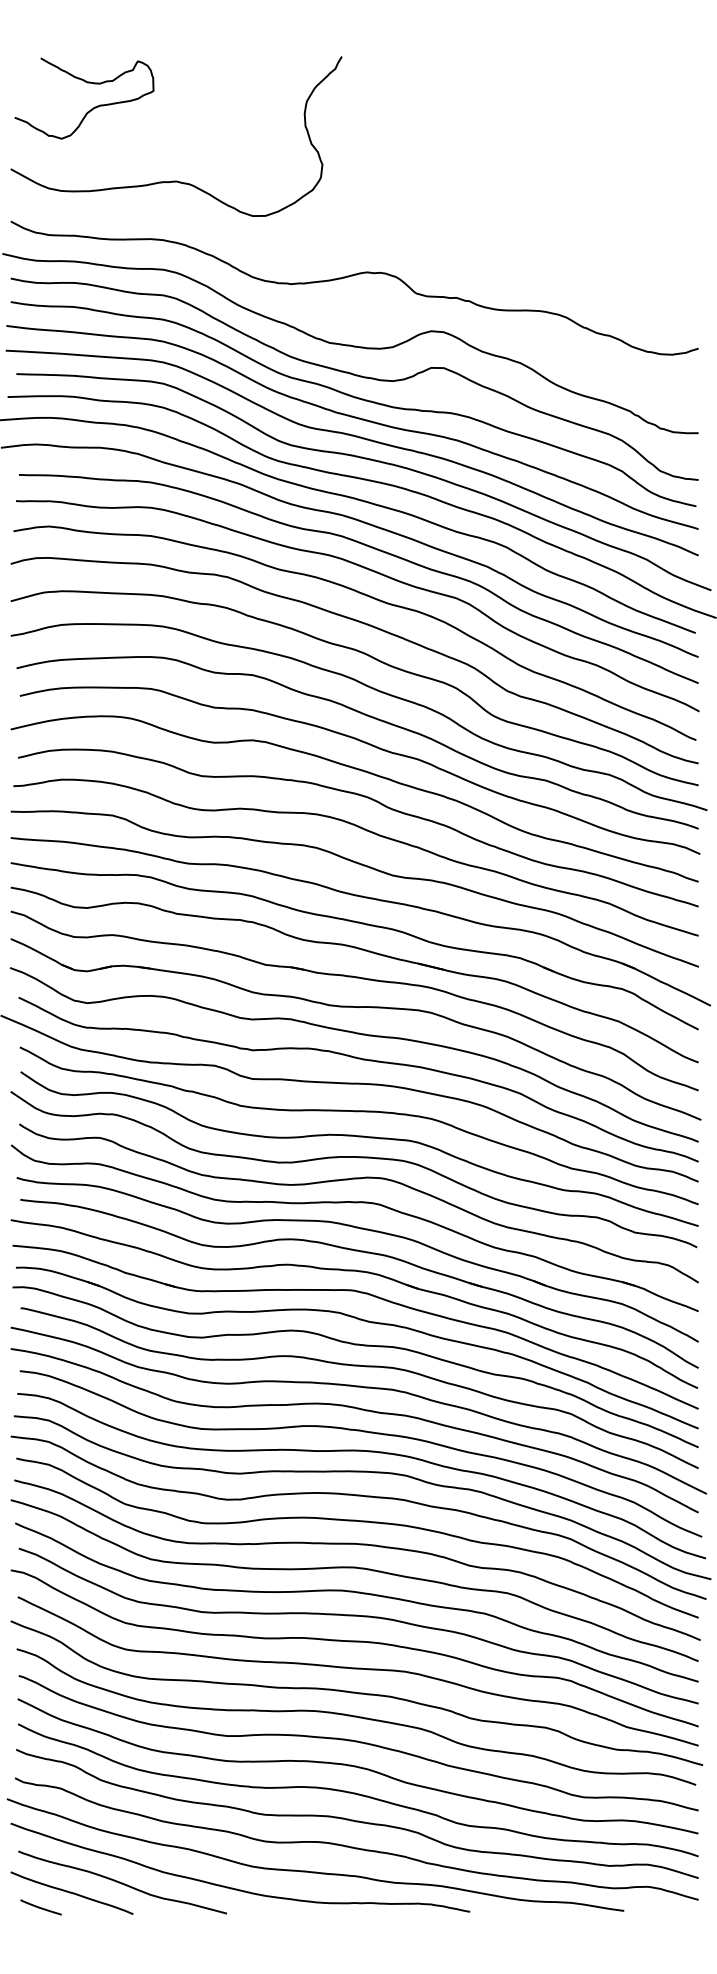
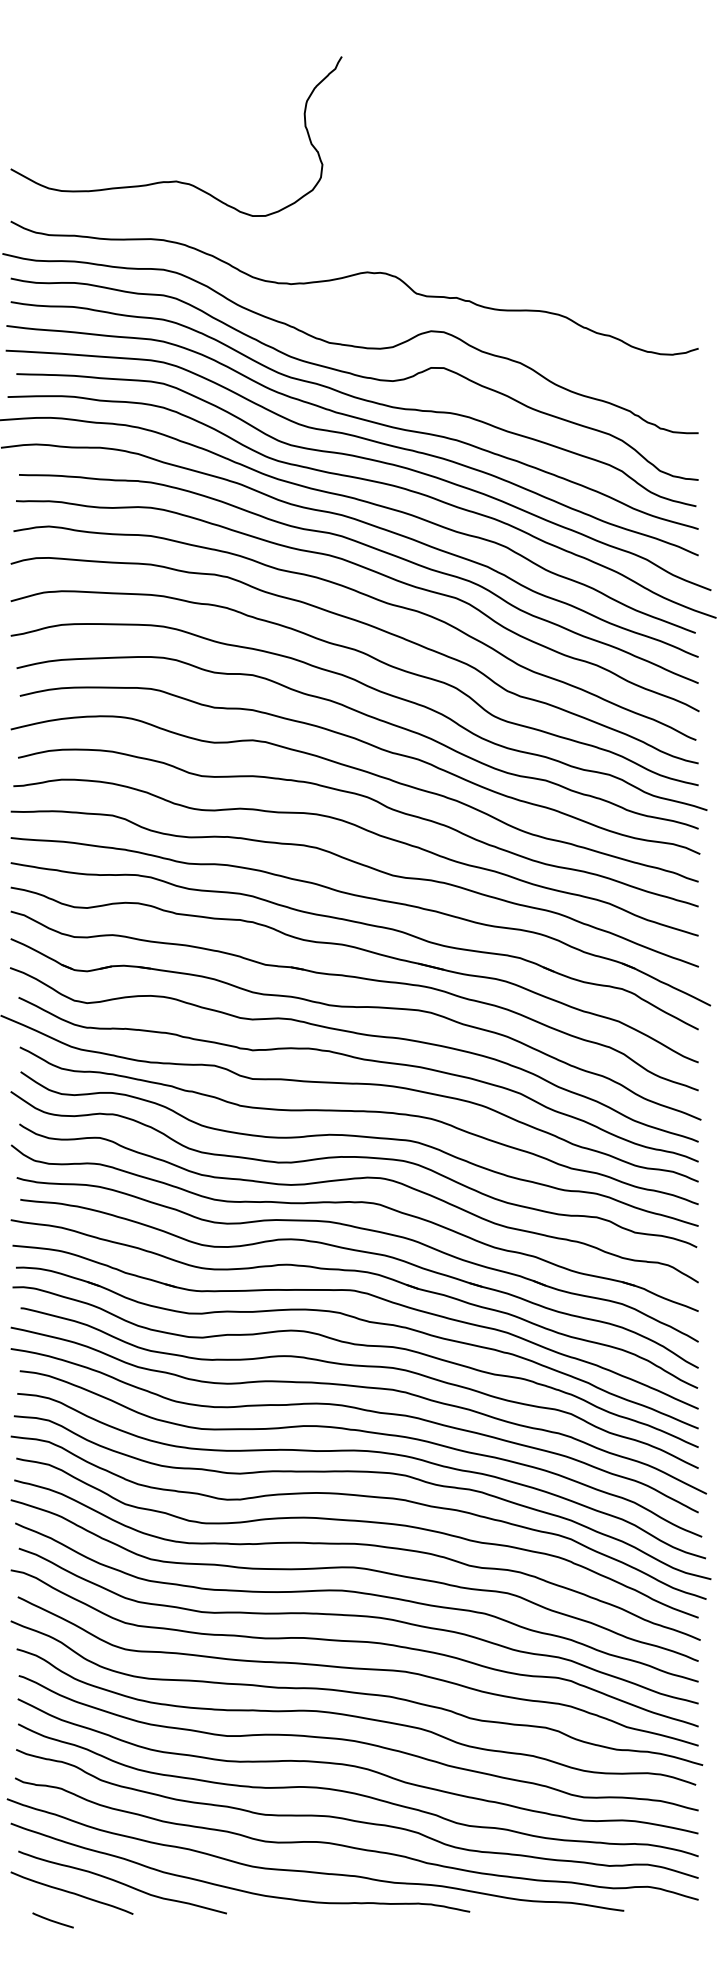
curve at (91, 108): present -> none
line at (40, 1907) position: (40, 1907) -> (52, 1920)
